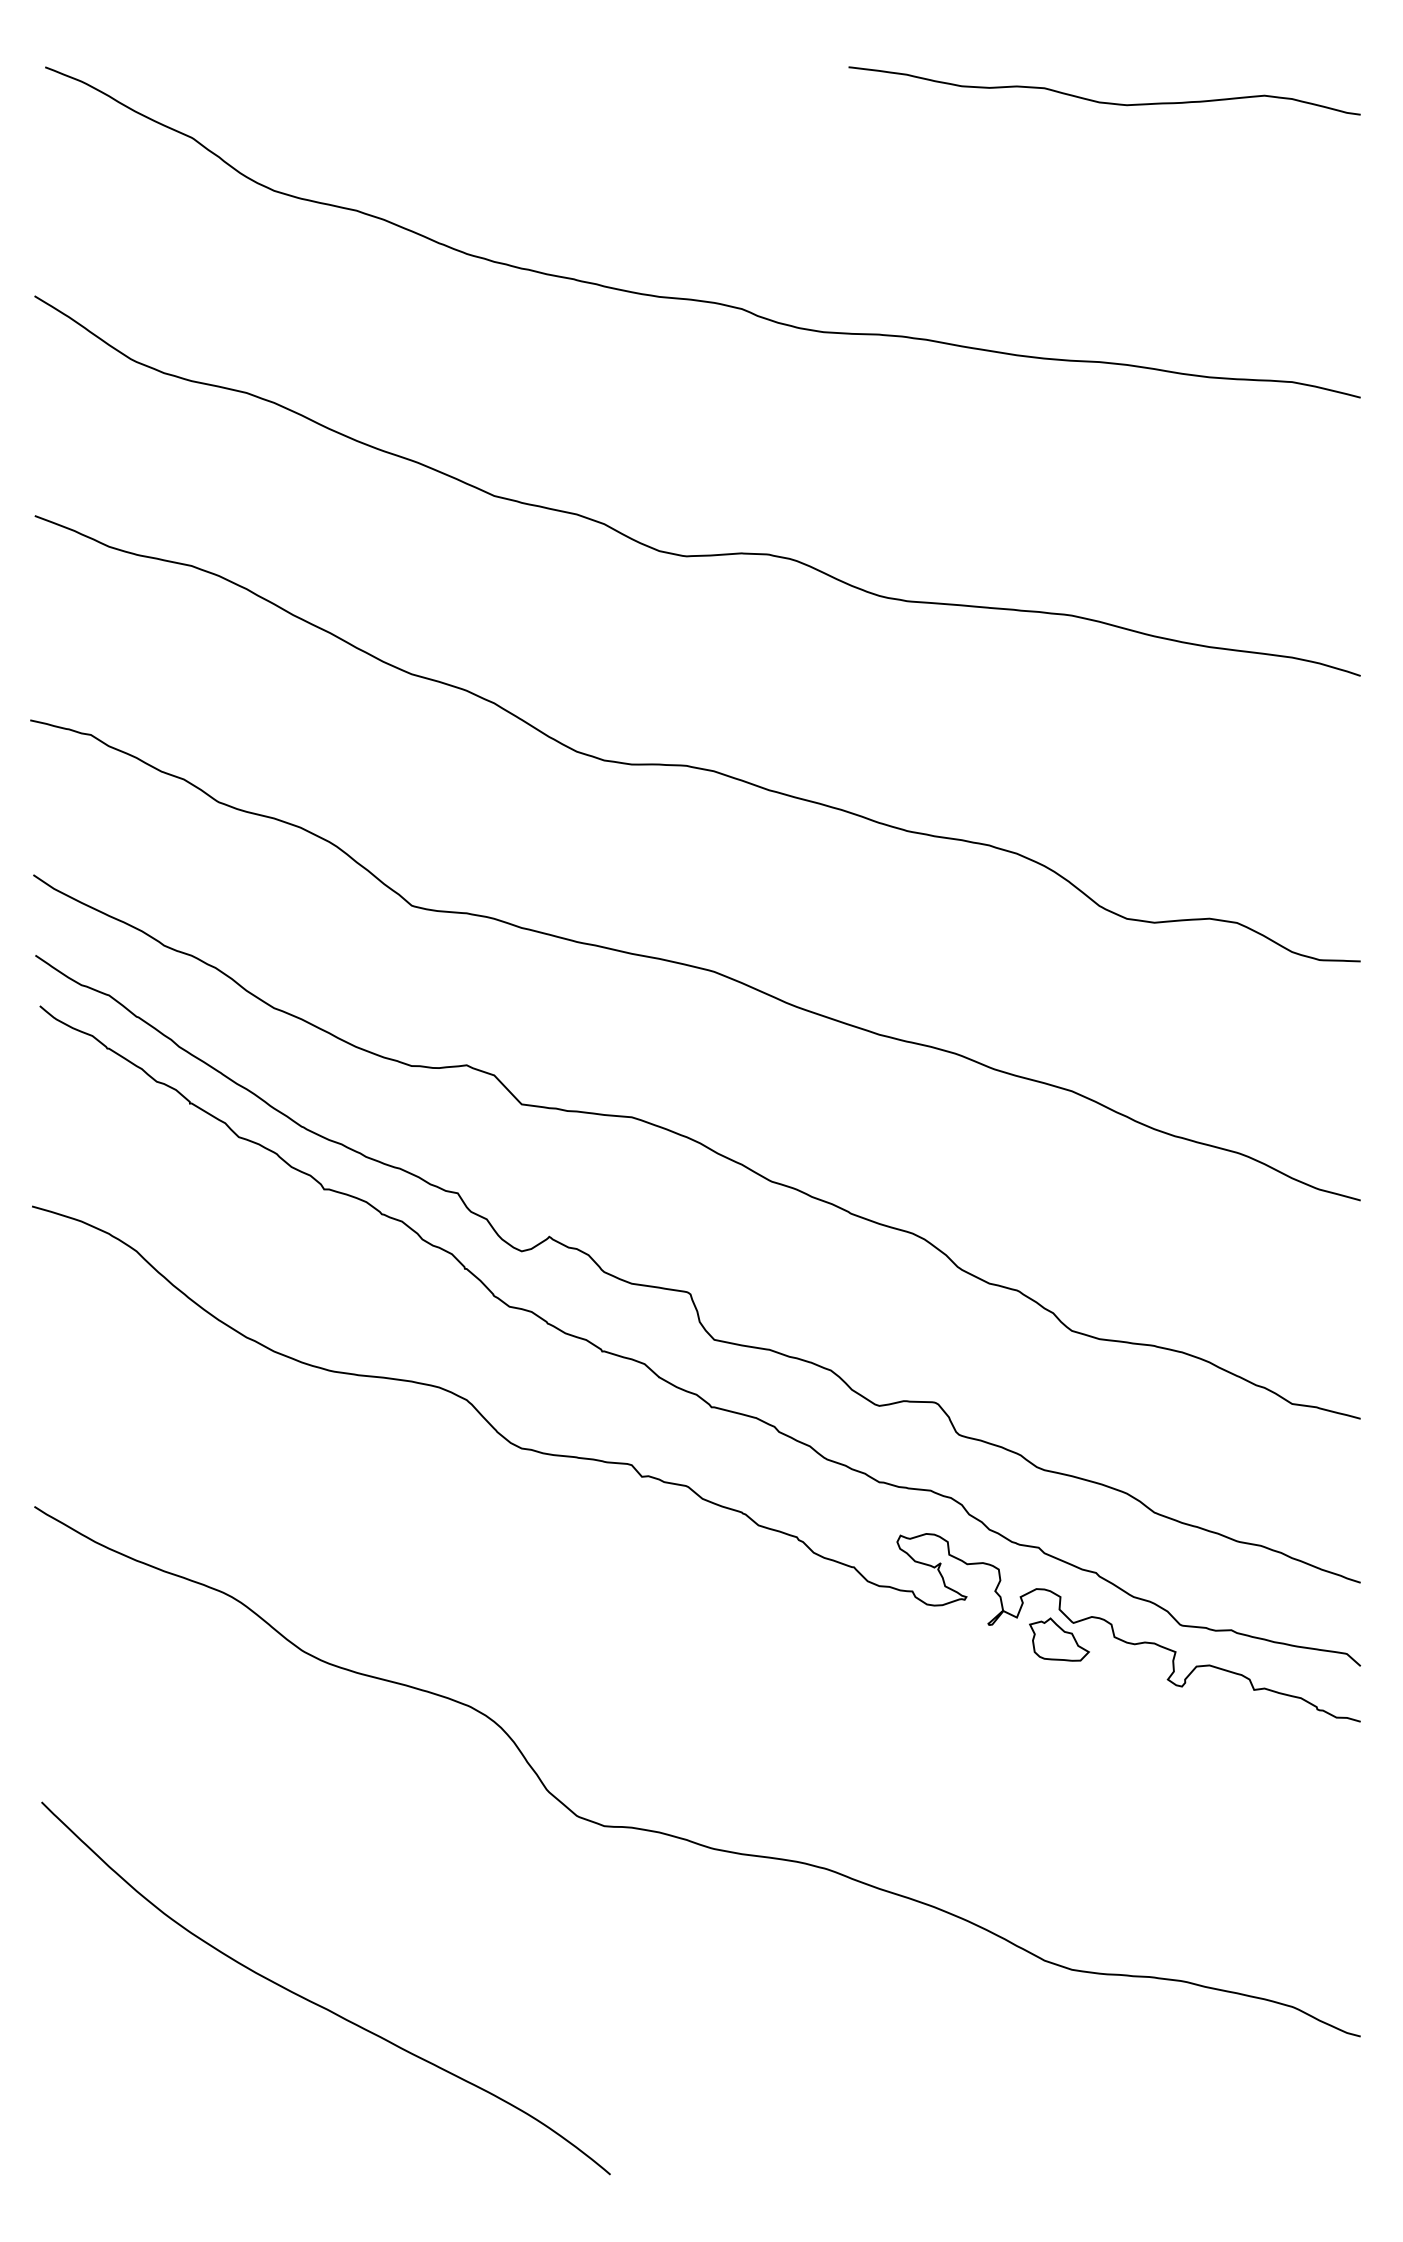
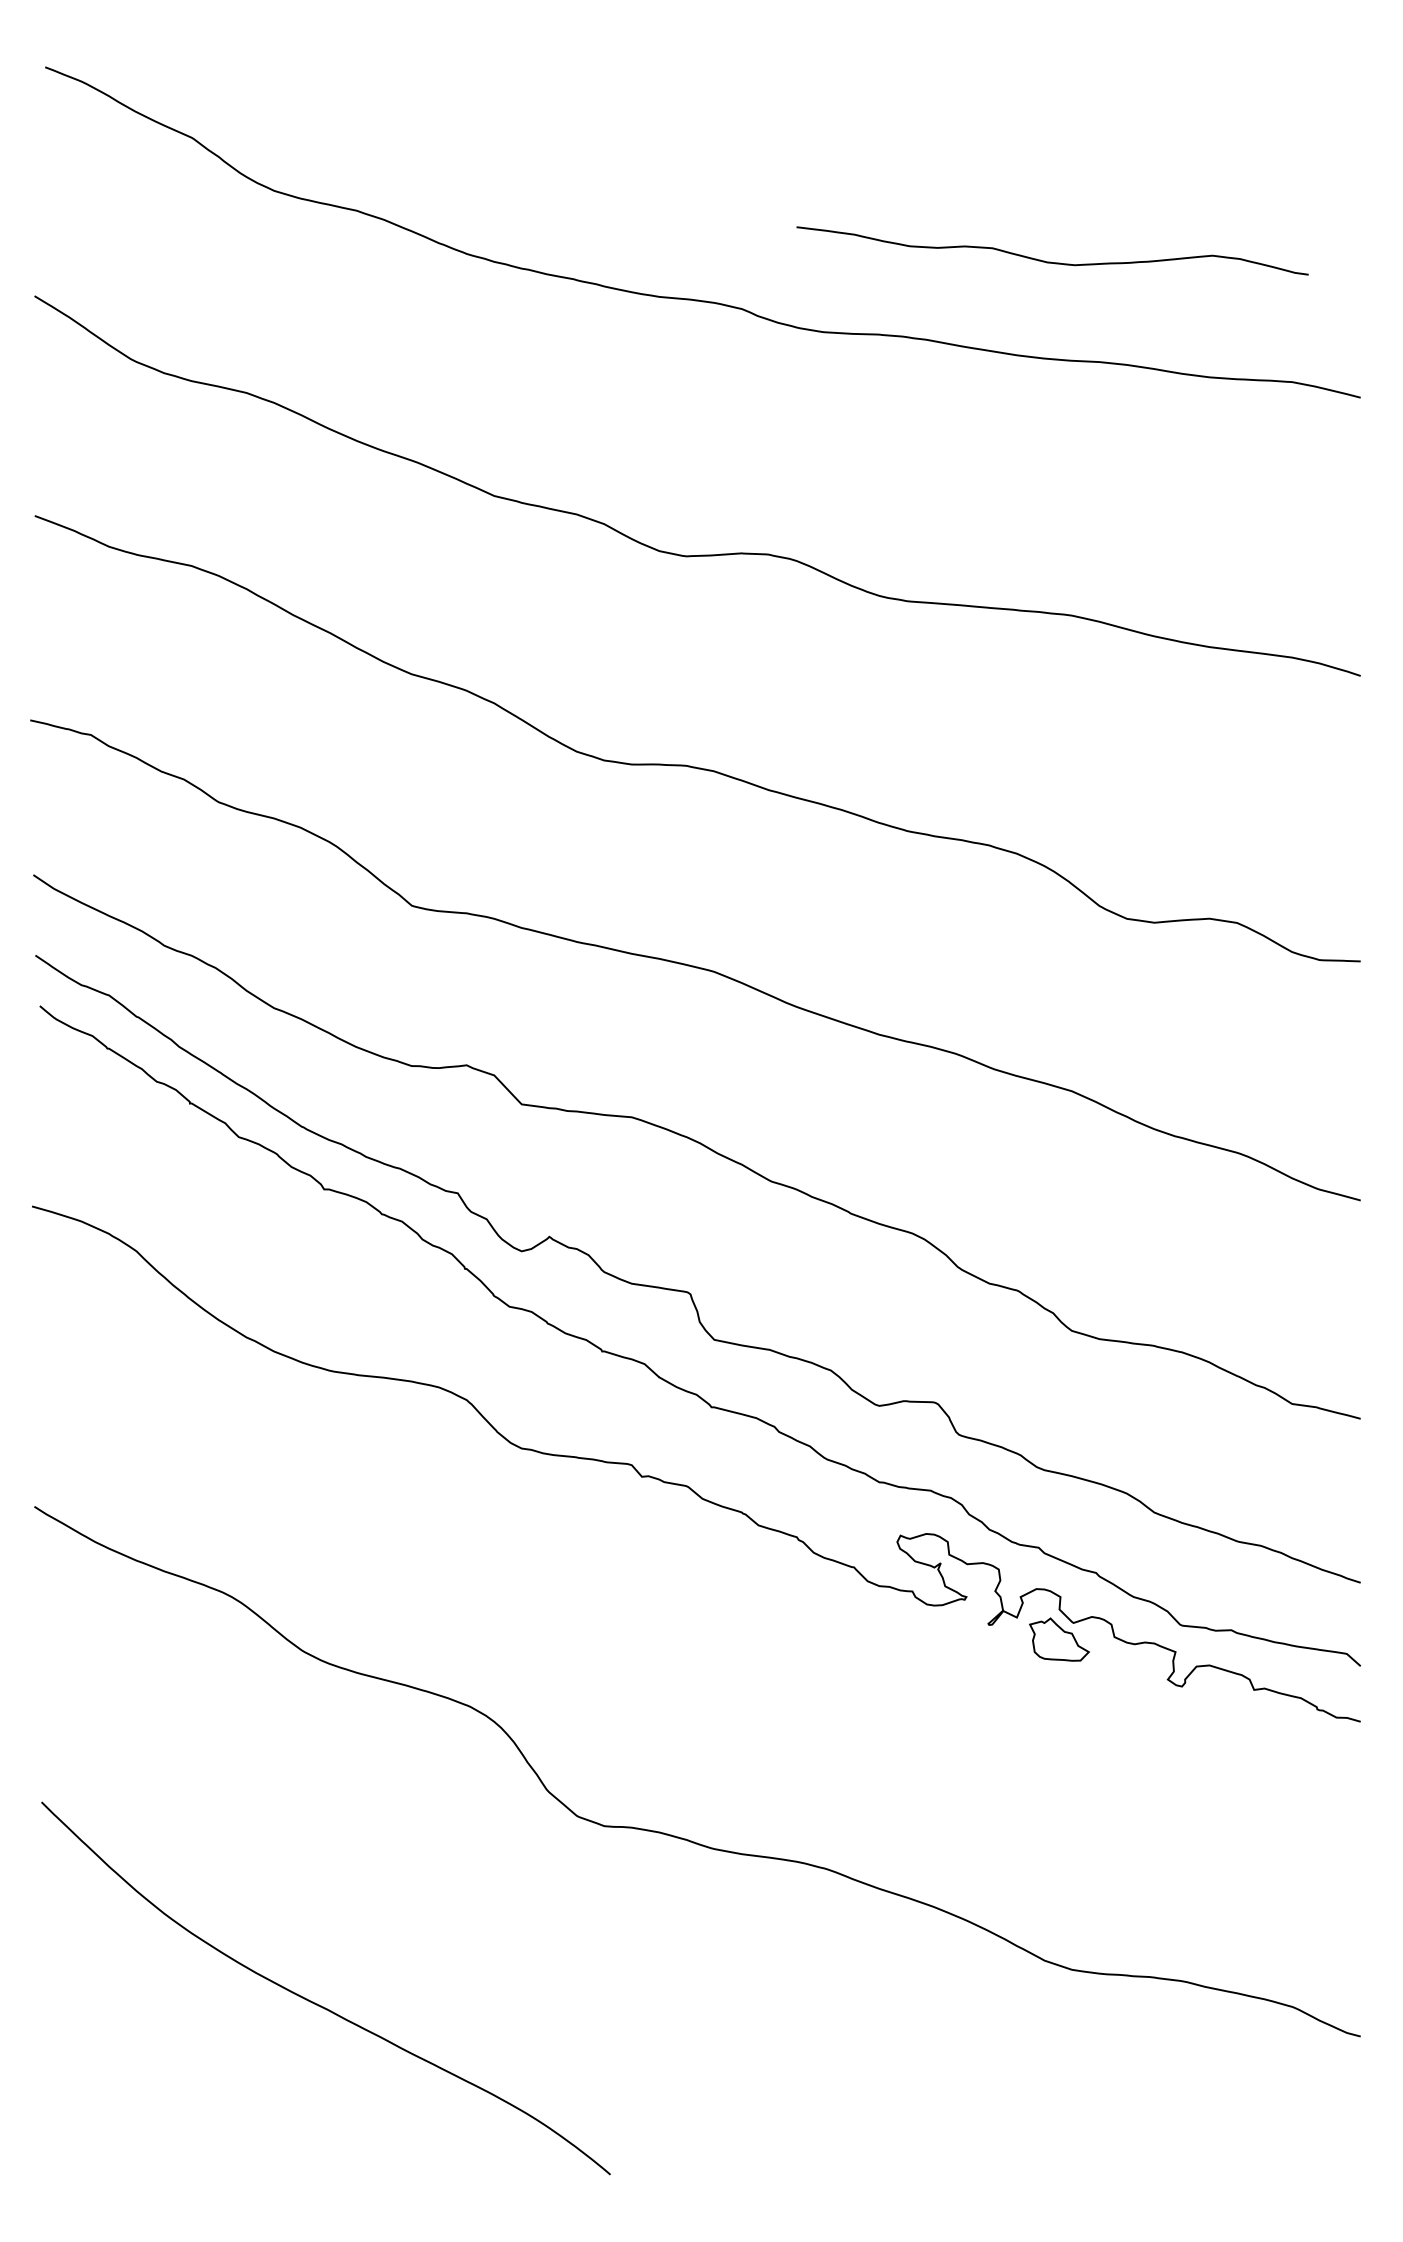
curve at (1102, 101) position: (1102, 101) -> (1050, 261)
